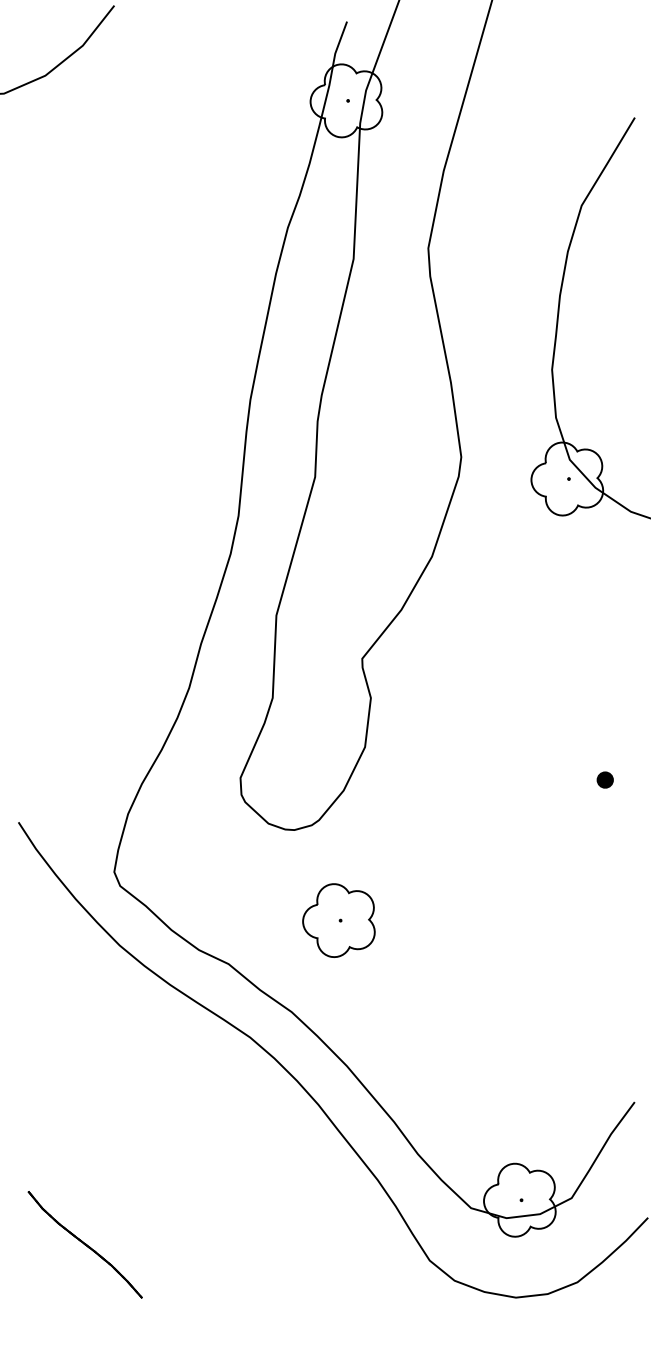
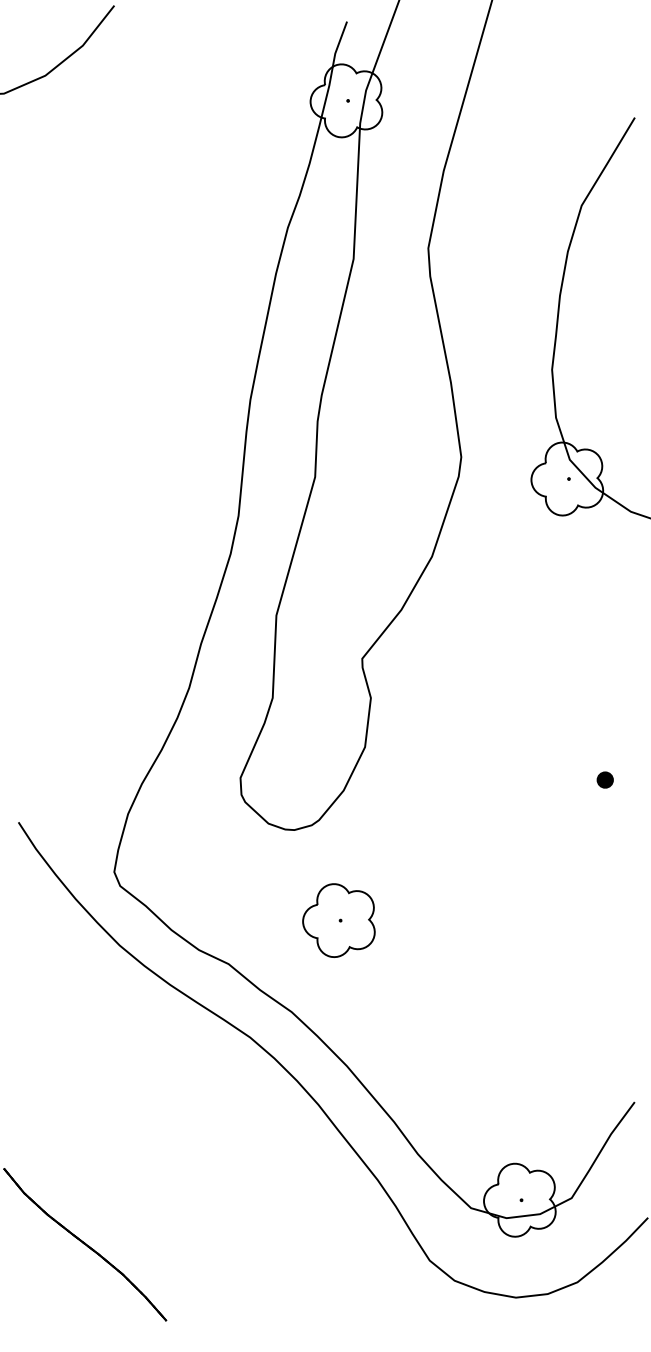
part at (84, 1244) size: 116x108 px -> 165x154 px
